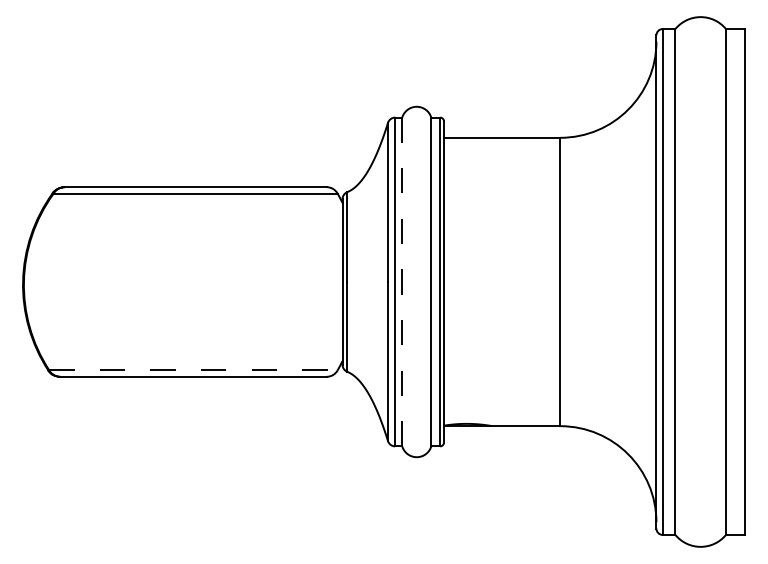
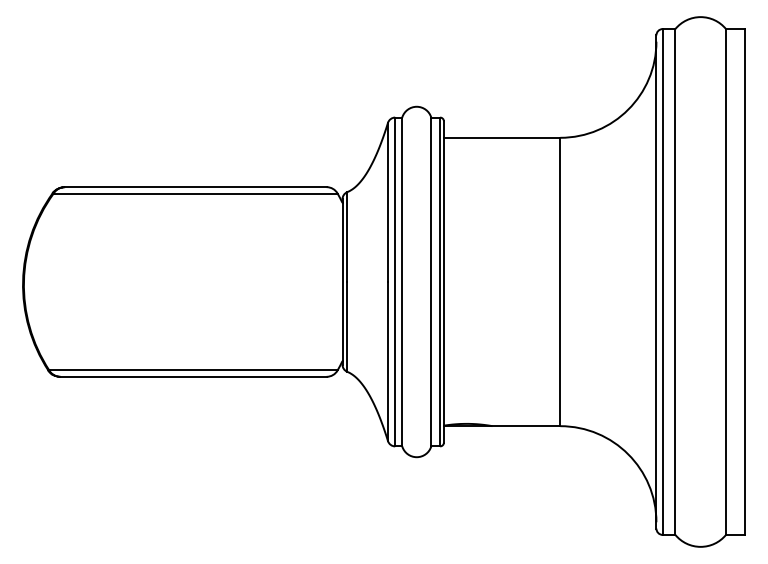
line at (402, 282): dashed -> solid
line at (193, 370): dashed -> solid
